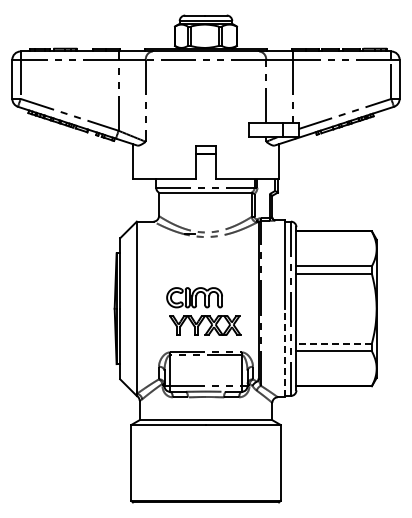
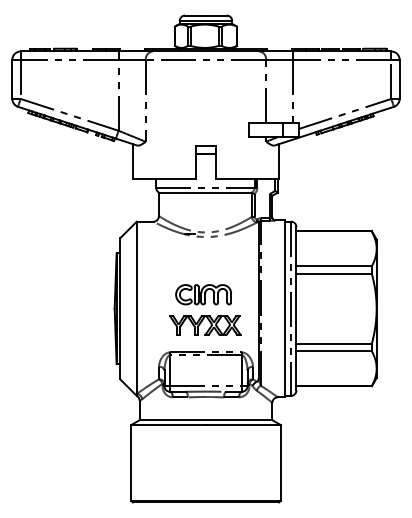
part at (194, 297) position: (194, 297) -> (203, 294)
line at (334, 343): dashed -> solid
line at (285, 352): dashed -> solid
